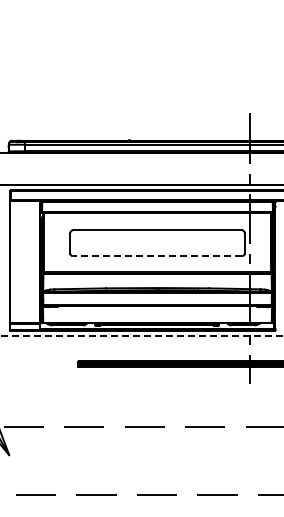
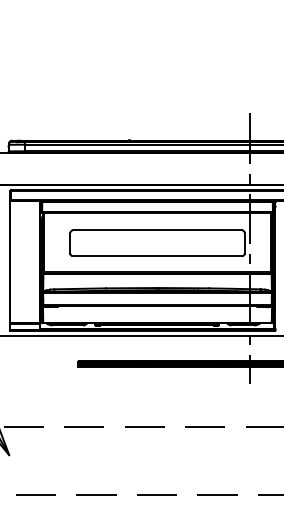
line at (157, 256): dashed -> solid
line at (141, 335): dashed -> solid
